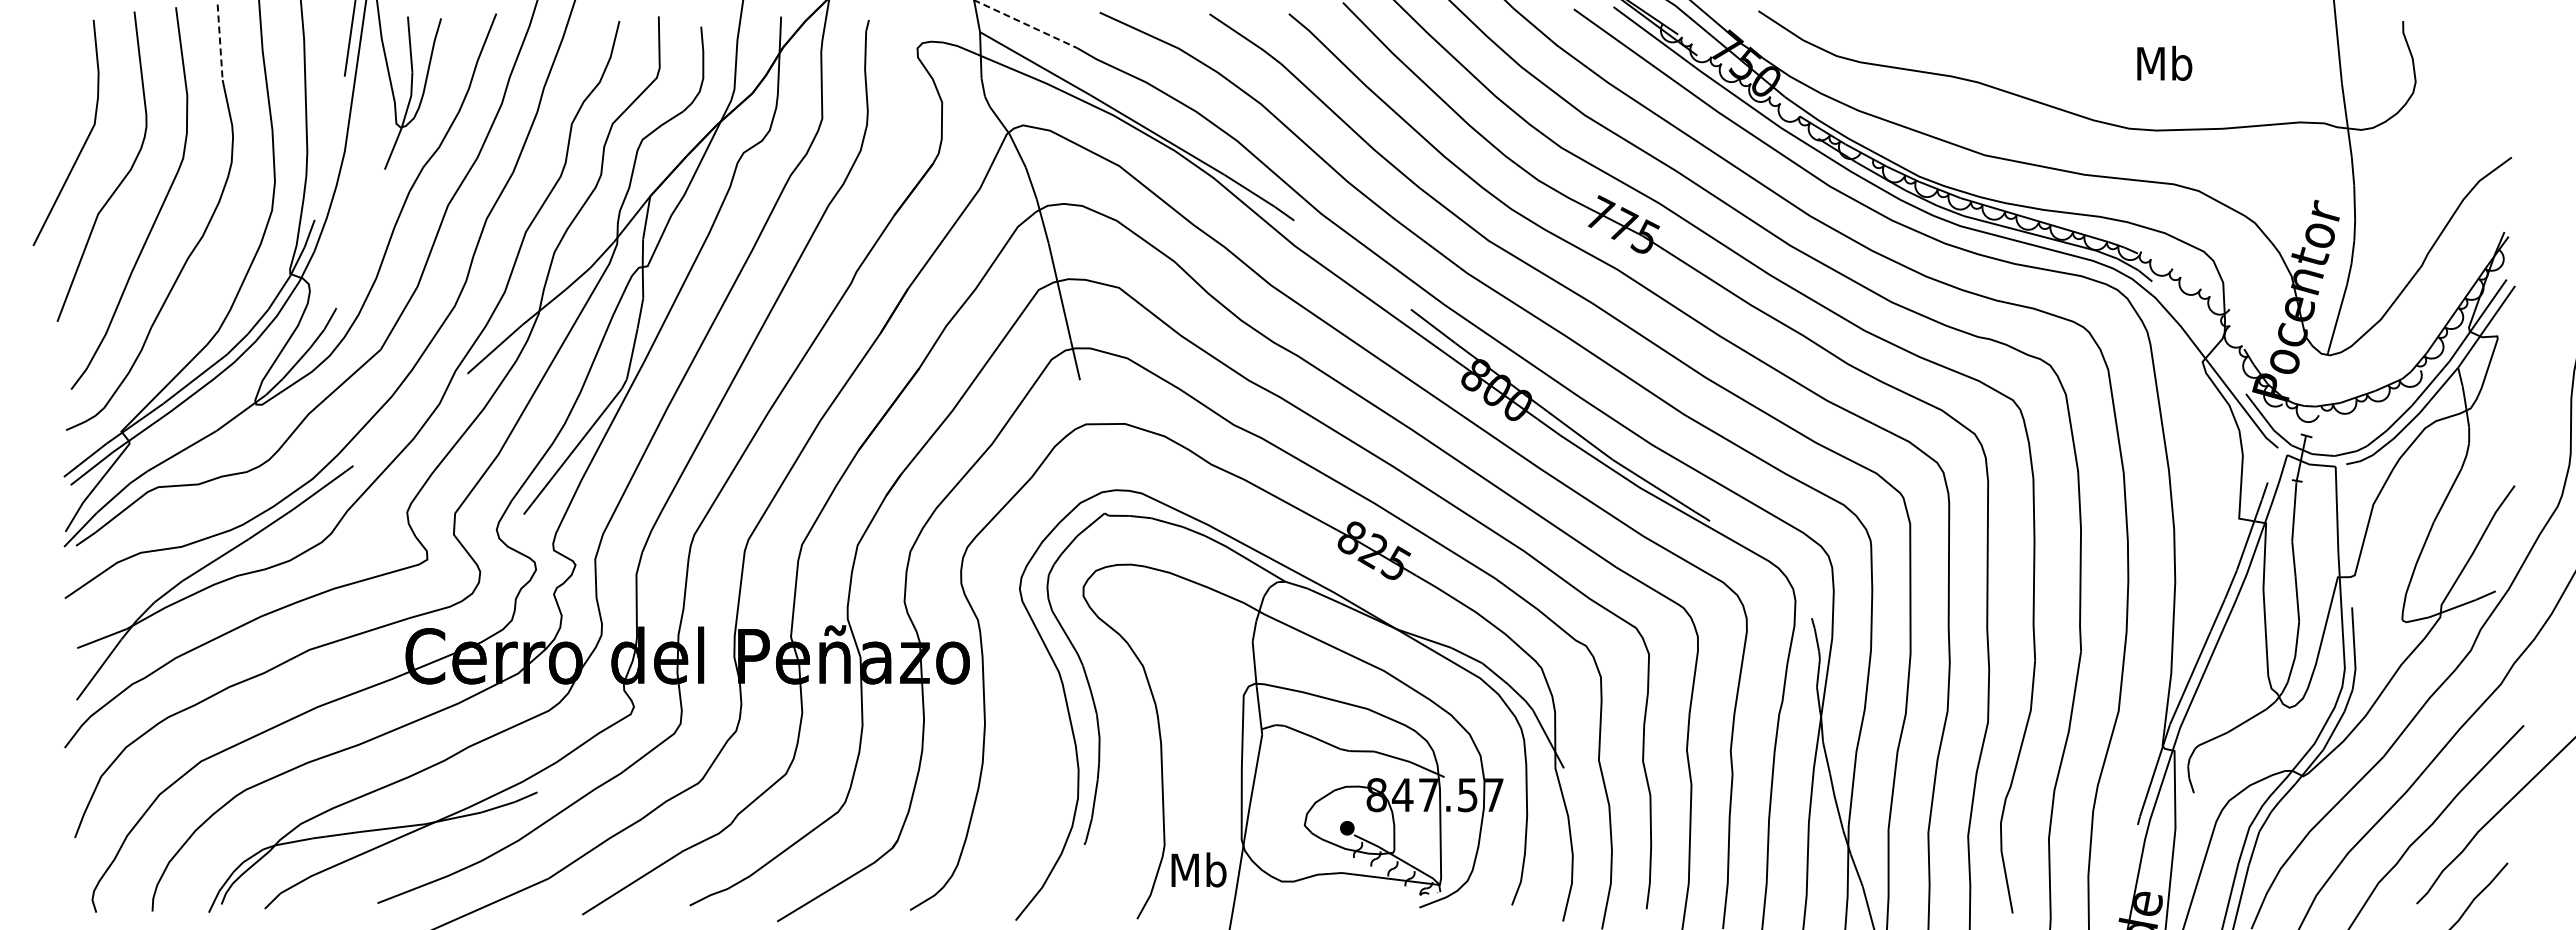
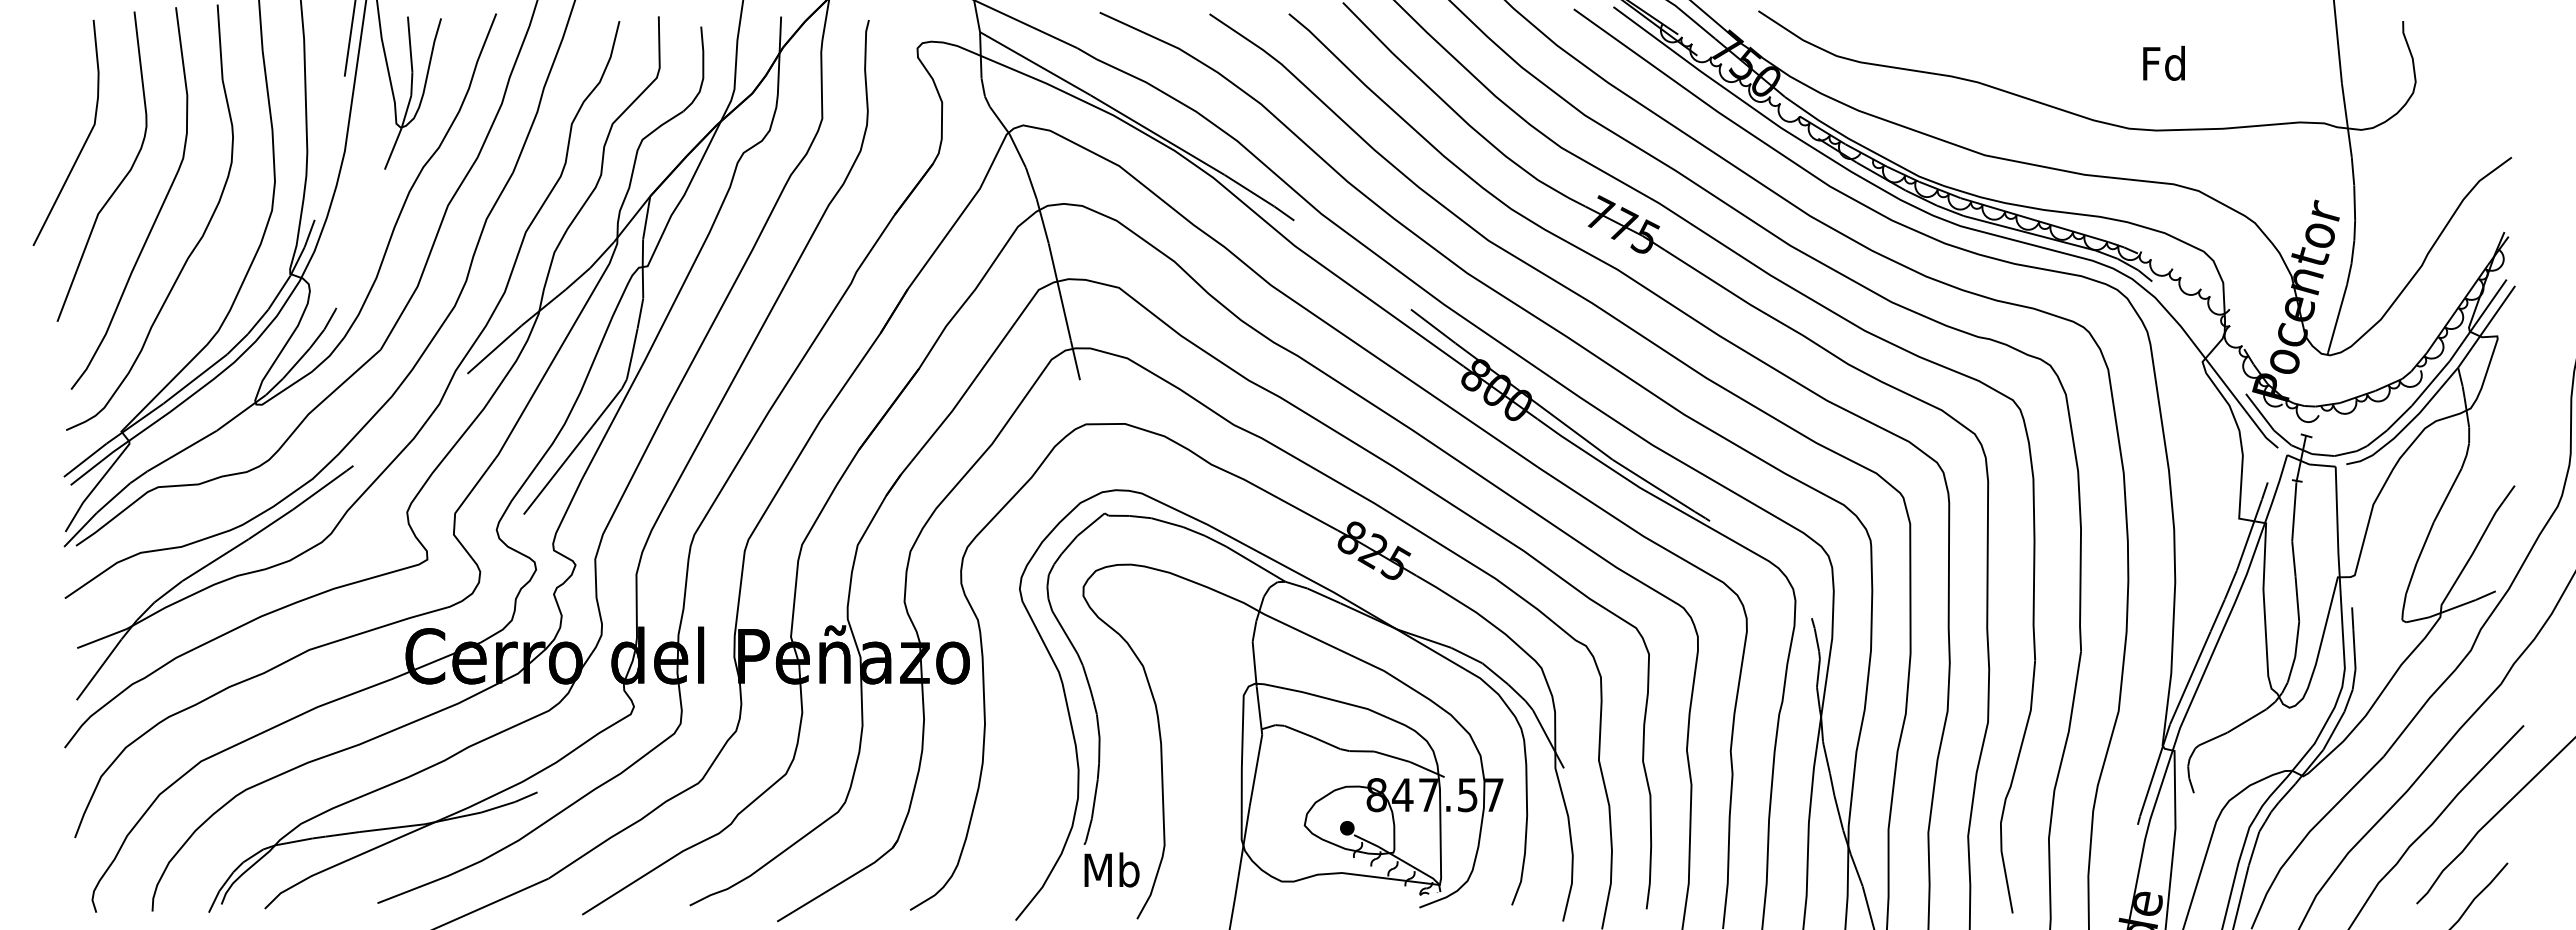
line at (1025, 24): dashed -> solid
line at (220, 42): dashed -> solid
text at (2164, 62): Mb -> Fd
text at (1198, 869) position: (1198, 869) -> (1111, 869)
